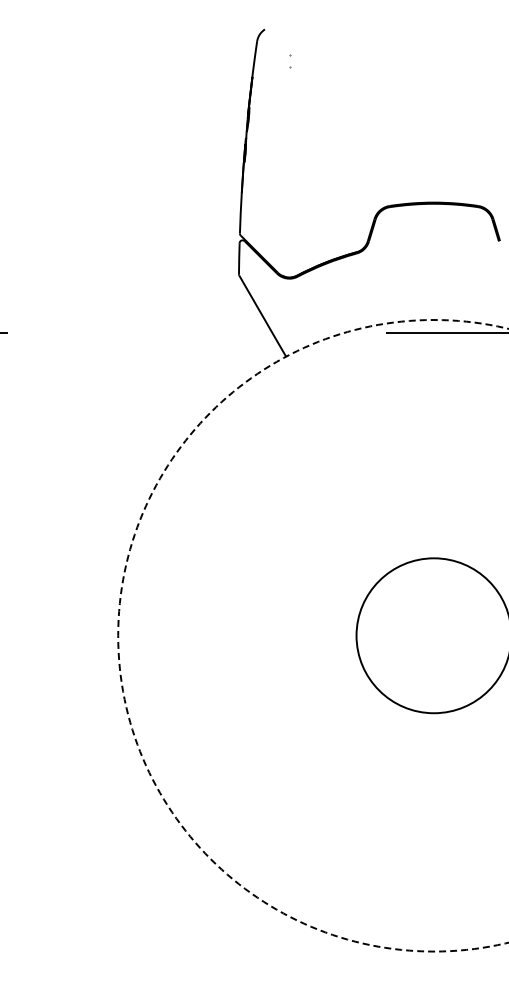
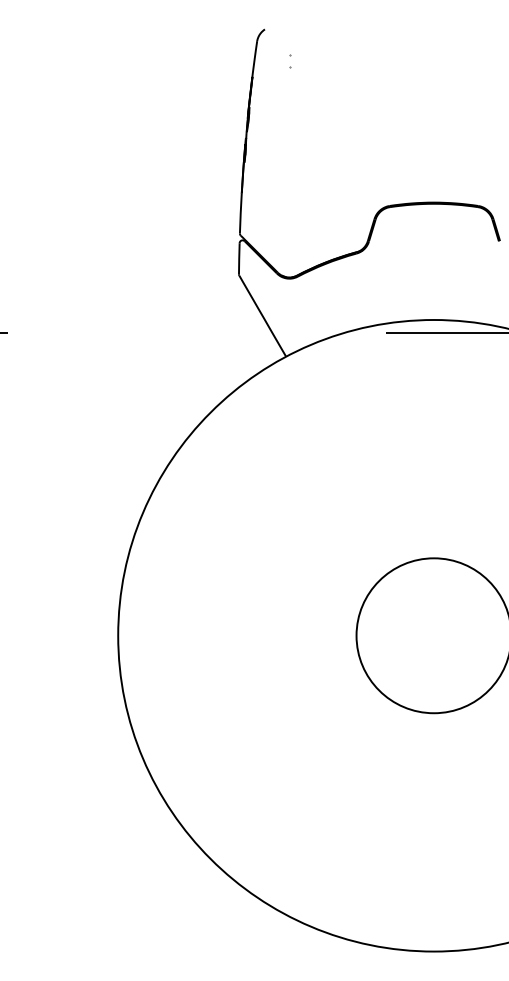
circle at (313, 635): dashed -> solid
